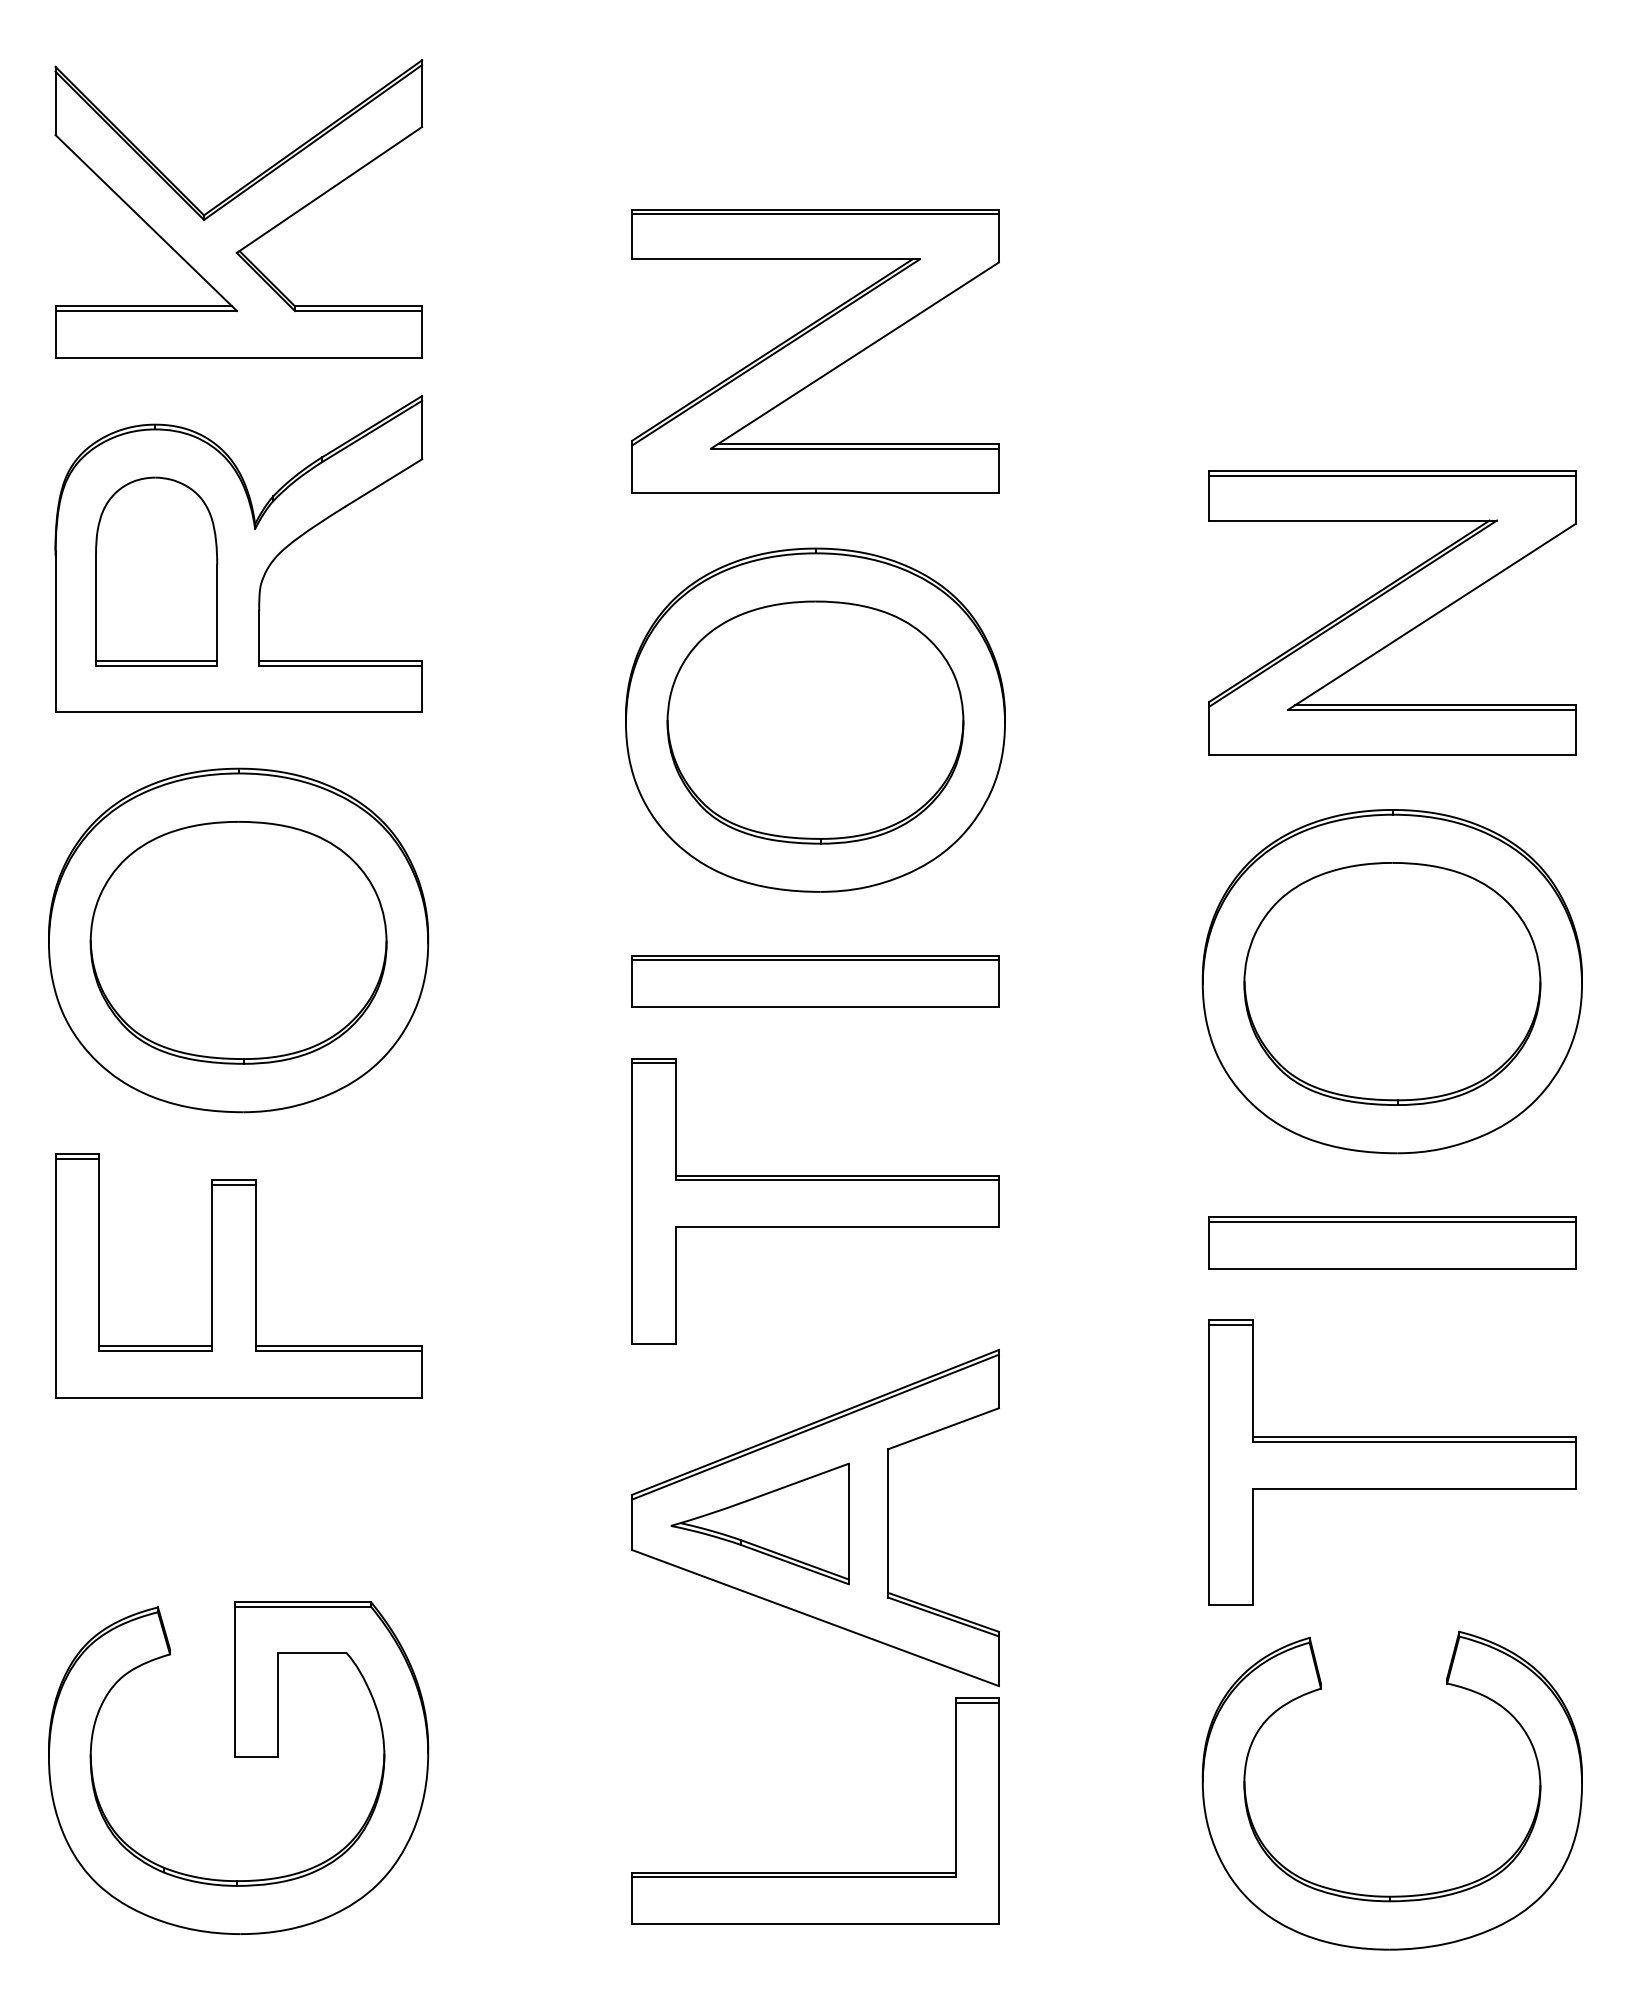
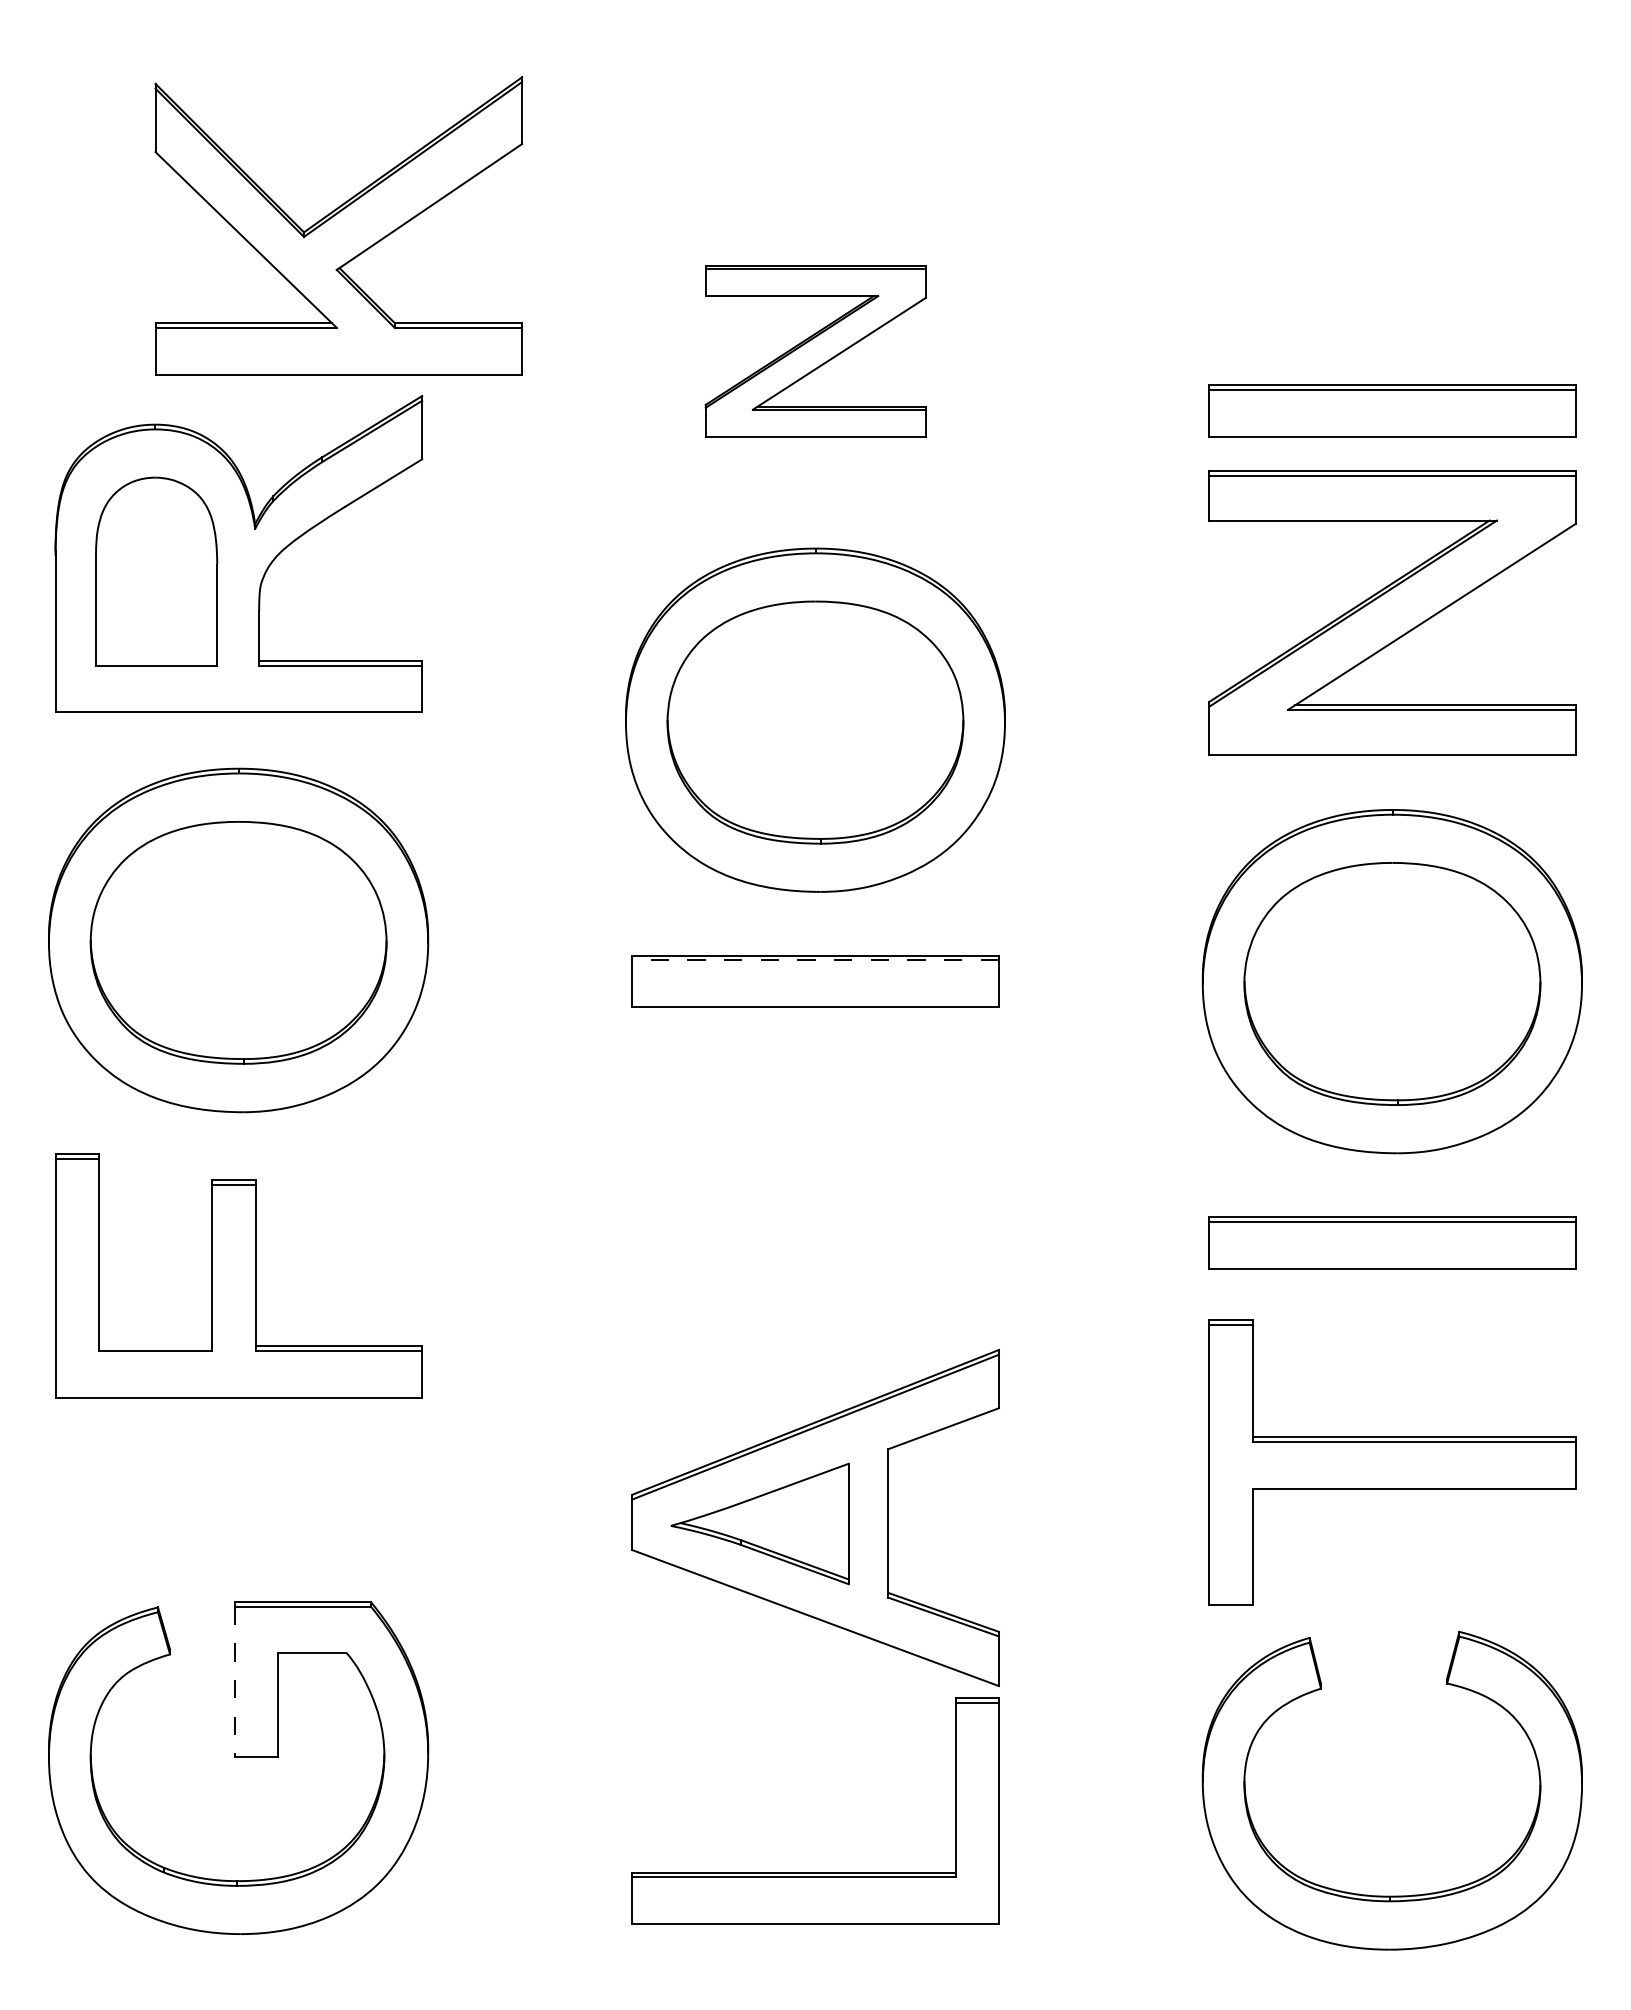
part at (238, 208) position: (238, 208) -> (338, 225)
part at (815, 351) size: 369x285 px -> 223x173 px
part at (1392, 410): none -> present
line at (156, 660): present -> none
line at (815, 960): solid -> dashed
part at (815, 1201): present -> none
line at (155, 1346): present -> none
line at (235, 1681): solid -> dashed
